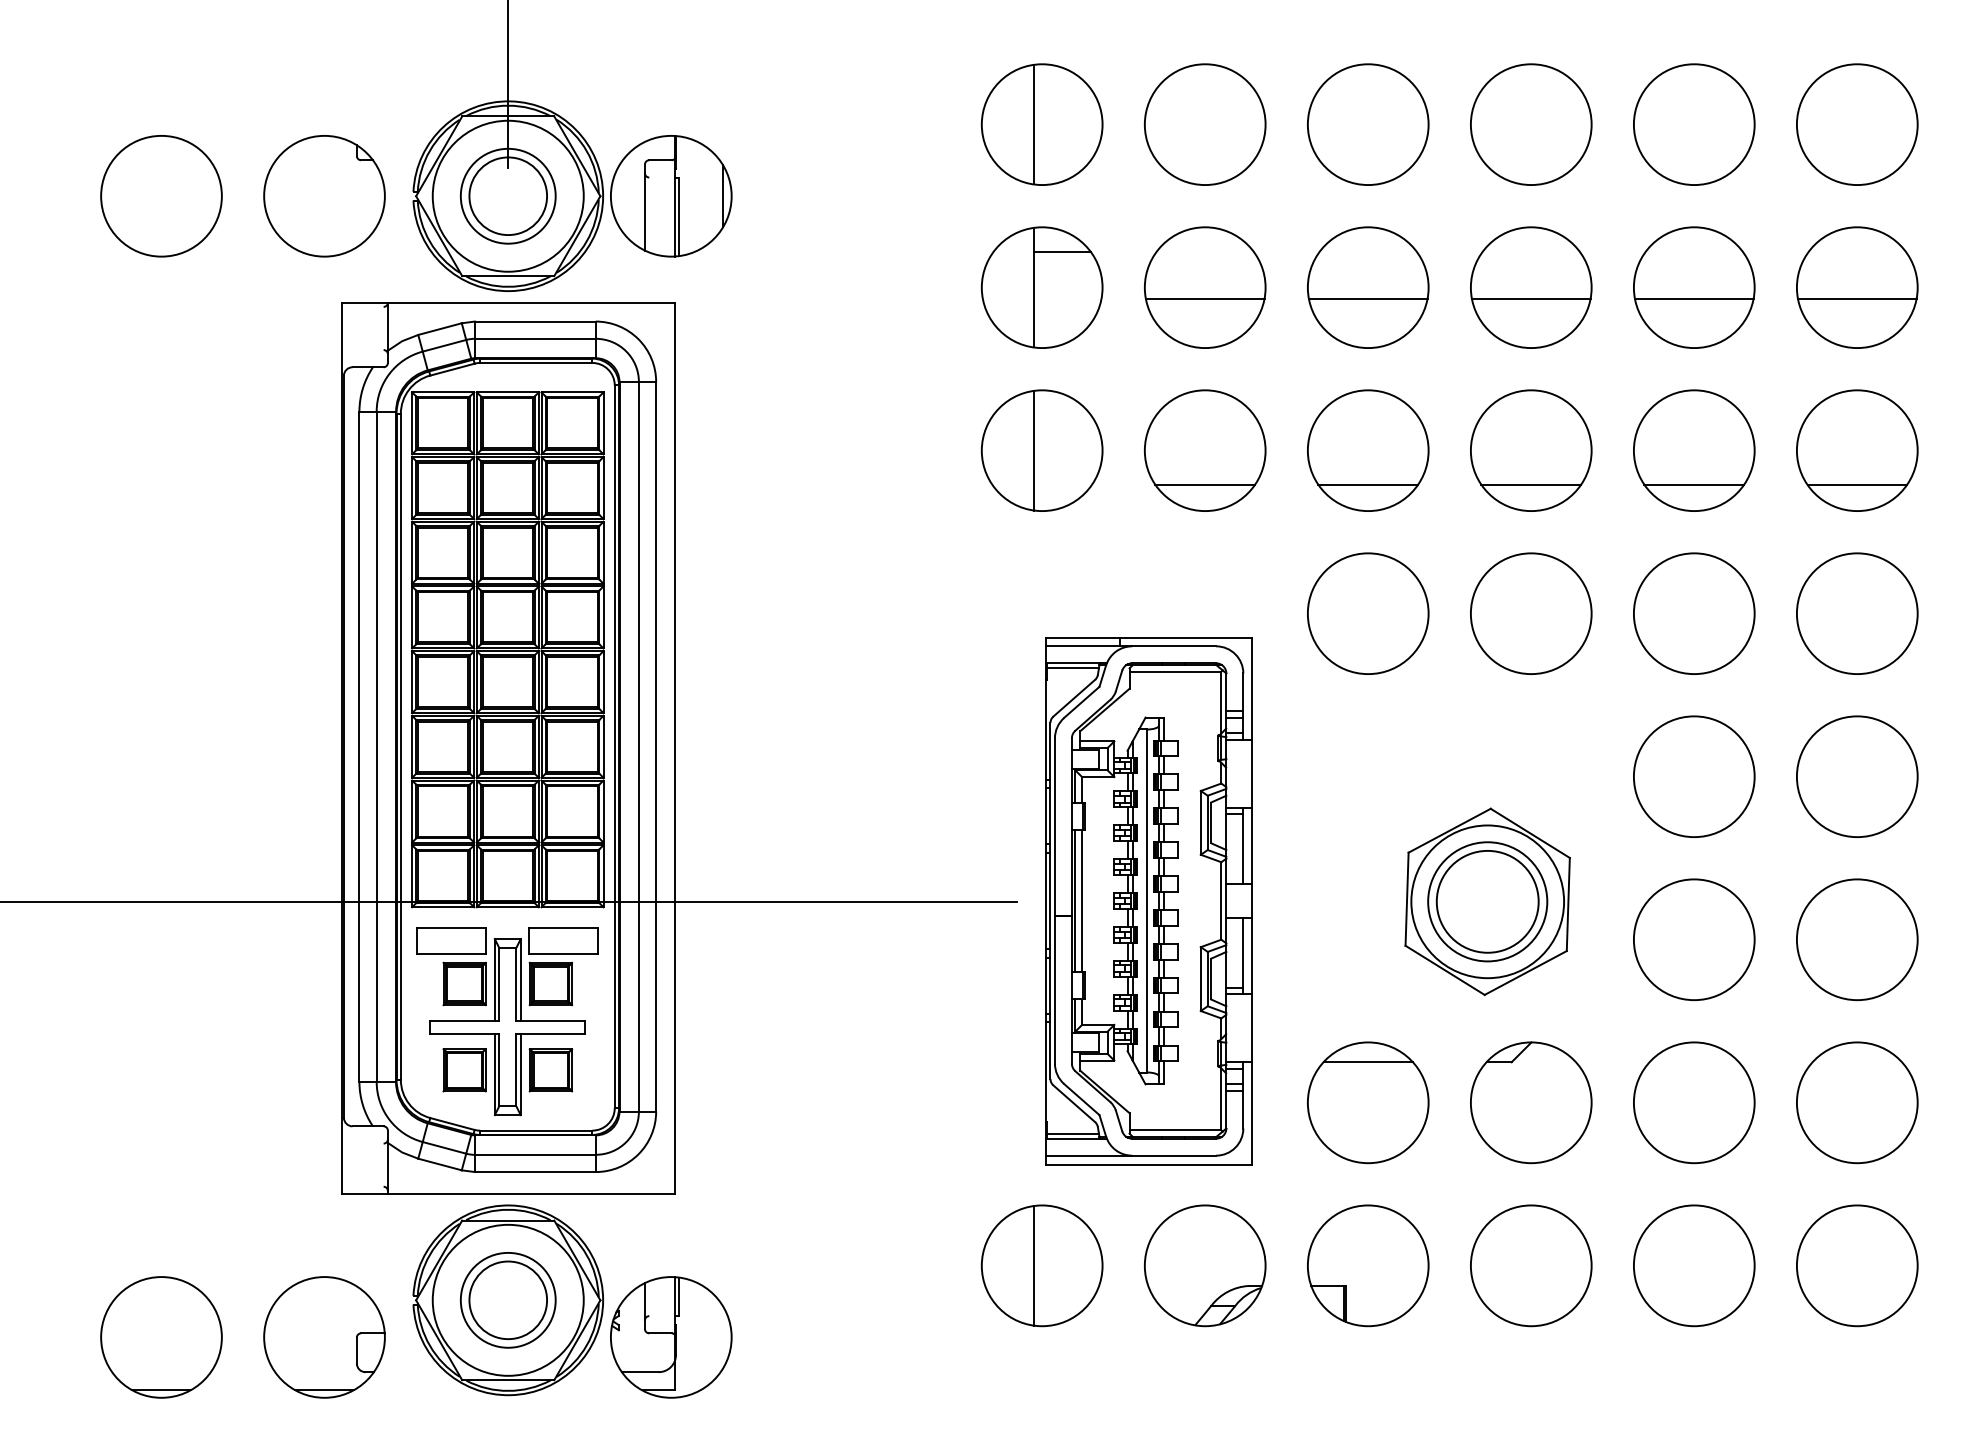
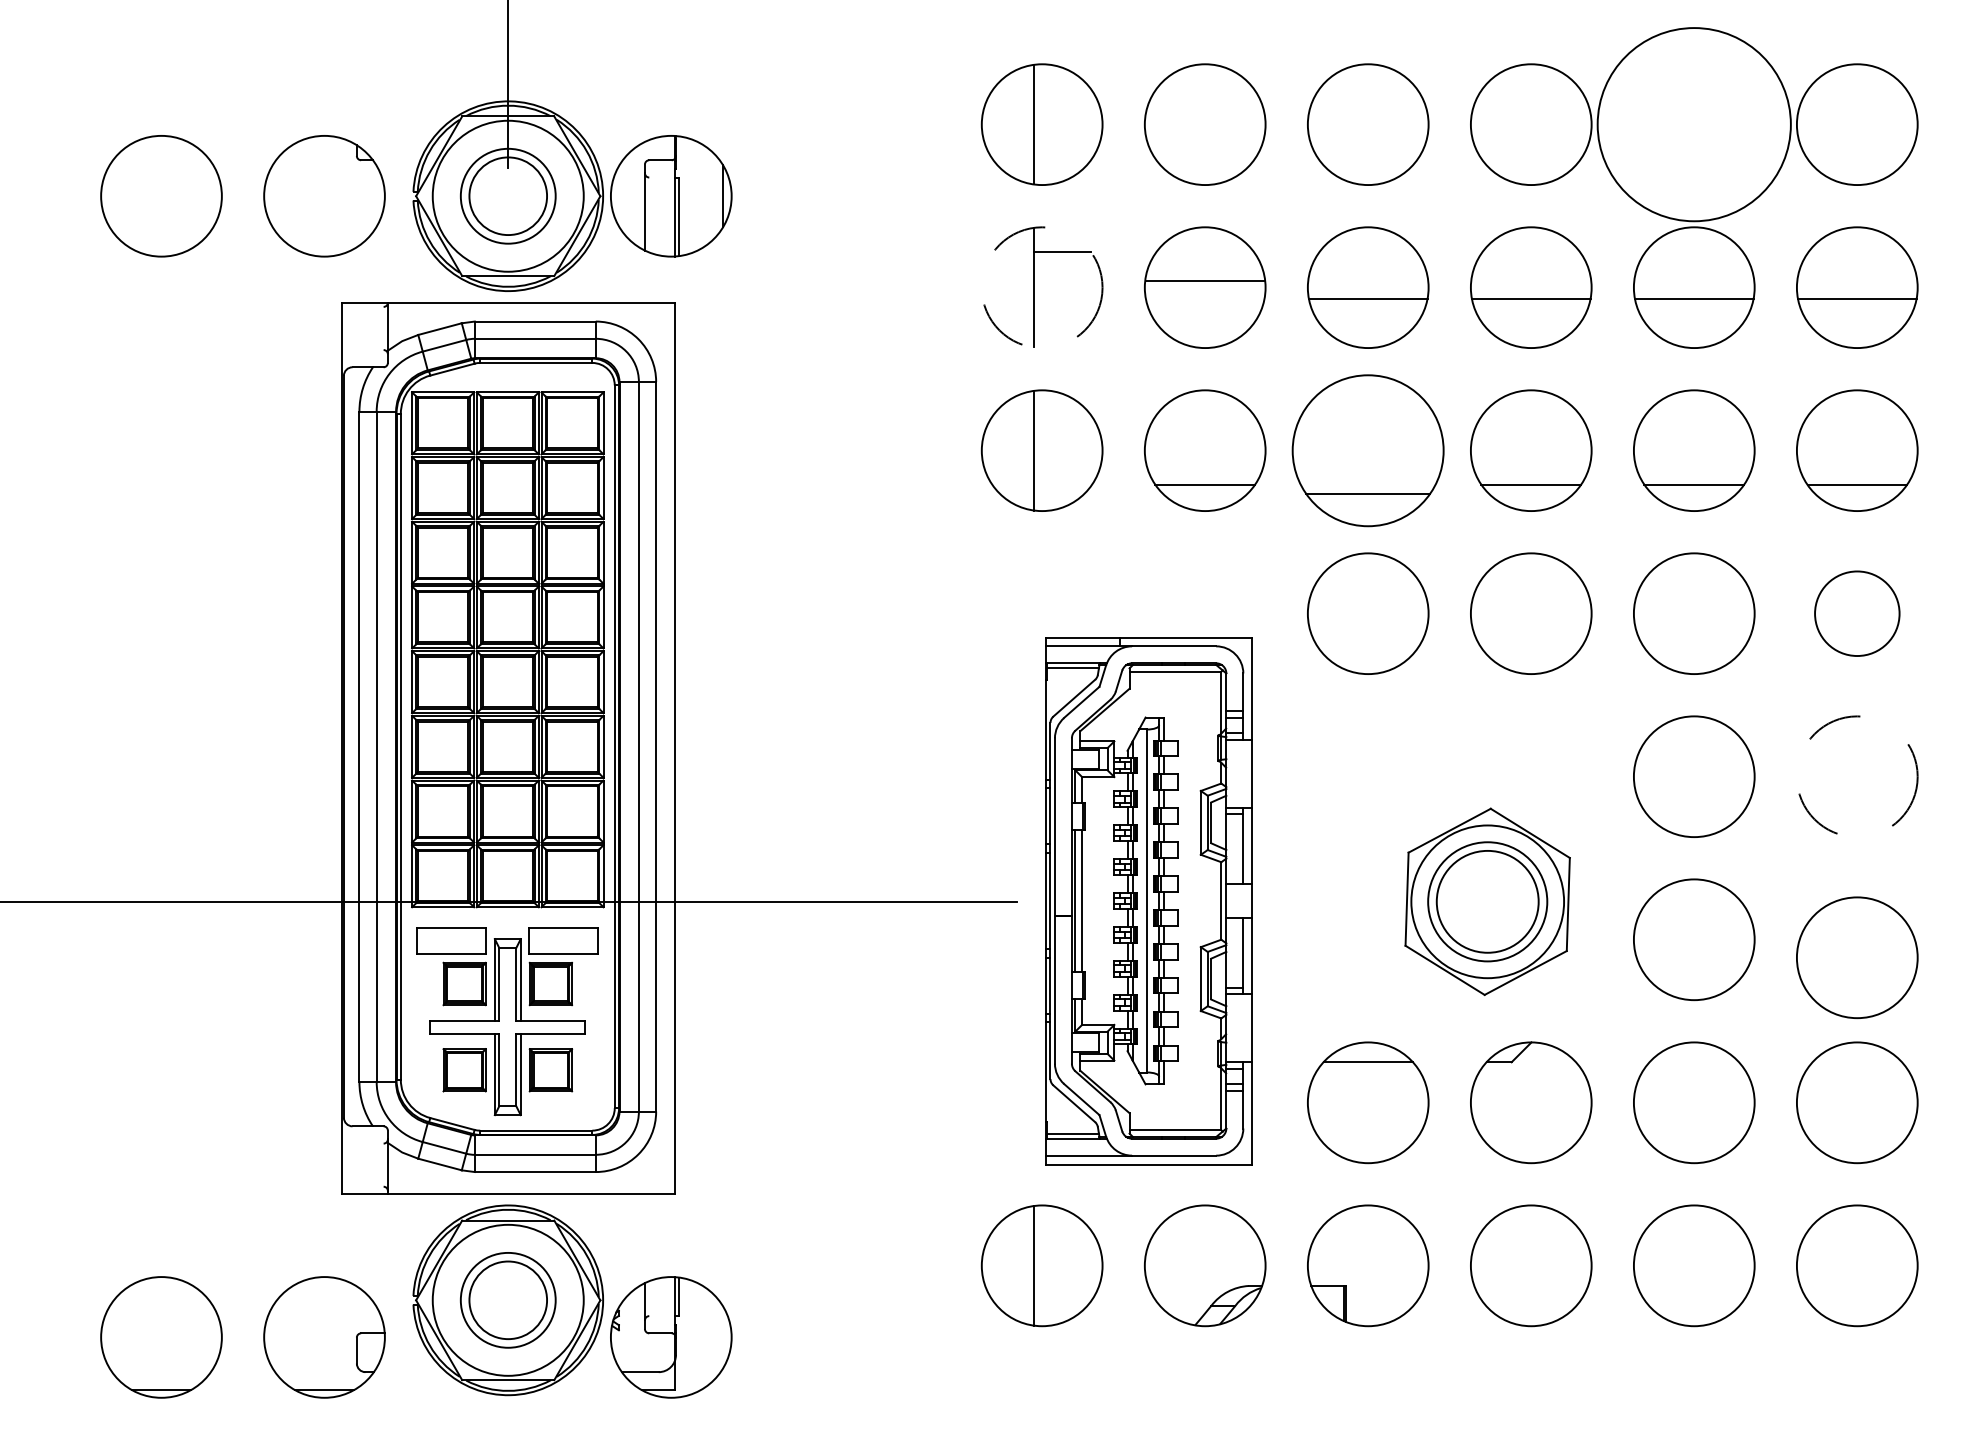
circle at (1693, 124) diameter: 121 px -> 193 px
circle at (1041, 287): solid -> dashed
line at (1204, 298) position: (1204, 298) -> (1204, 280)
part at (1368, 450) size: 123x123 px -> 154x154 px
circle at (1856, 613) diameter: 121 px -> 85 px
circle at (1856, 776): solid -> dashed
circle at (1857, 939) position: (1857, 939) -> (1857, 957)
